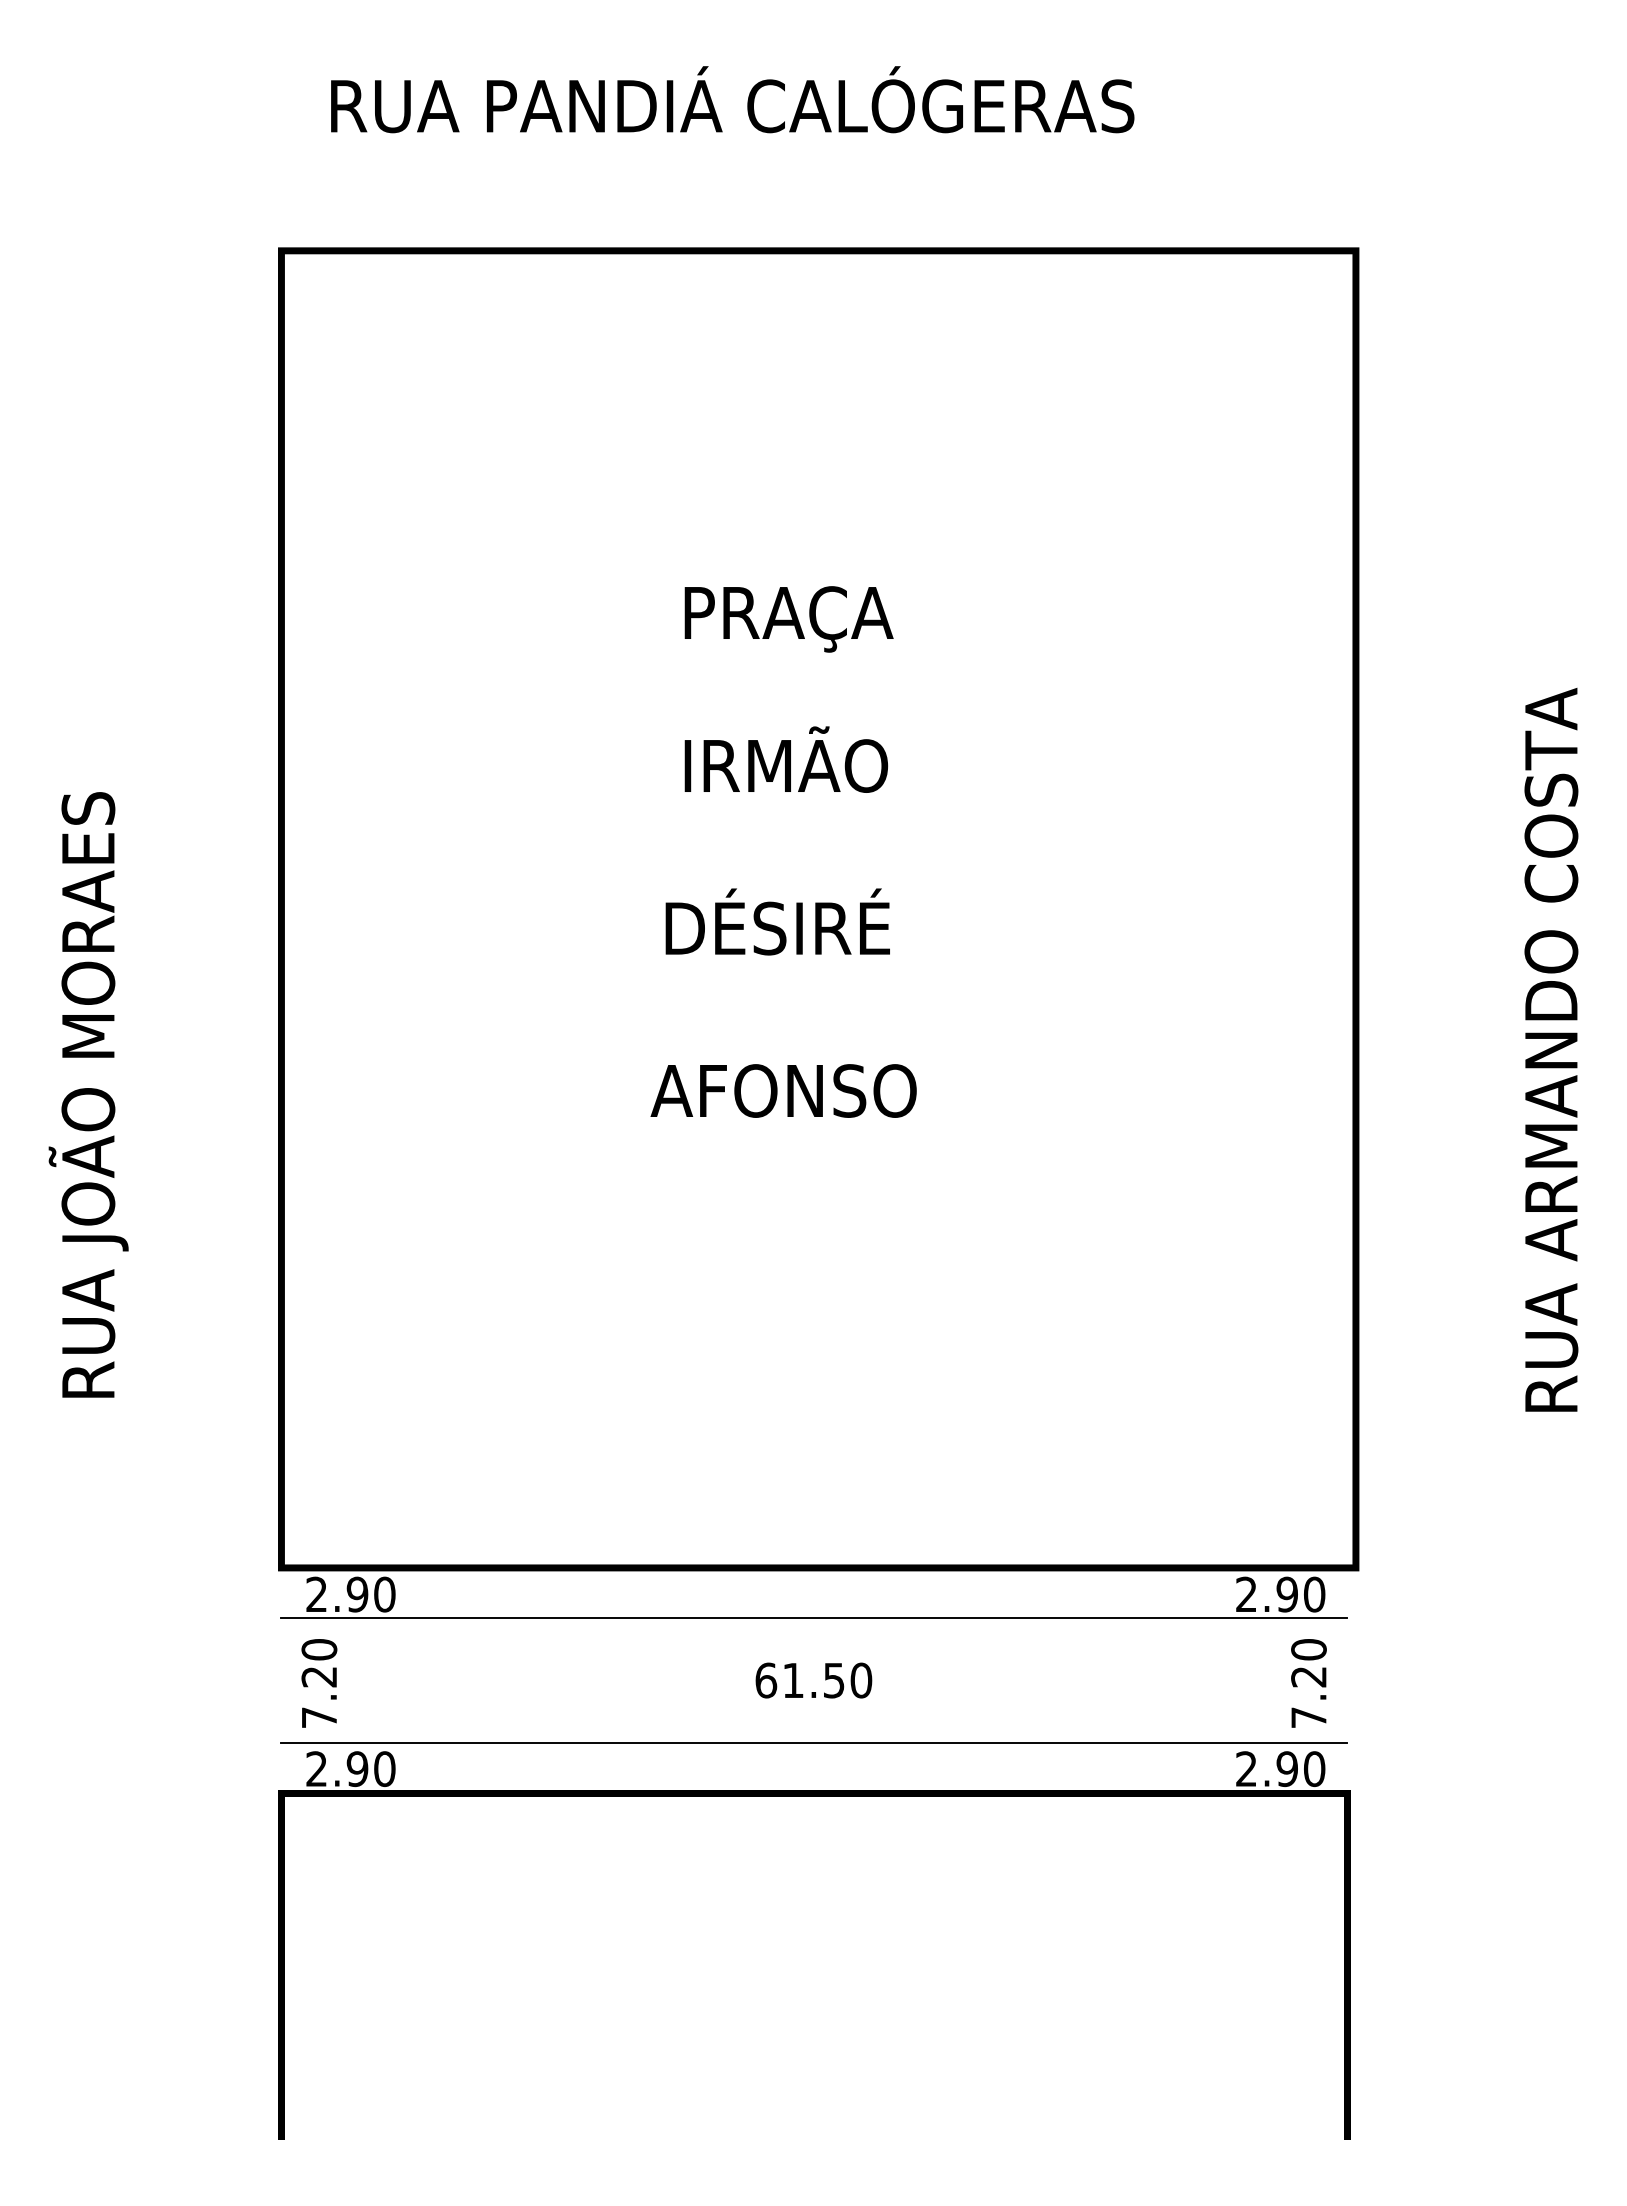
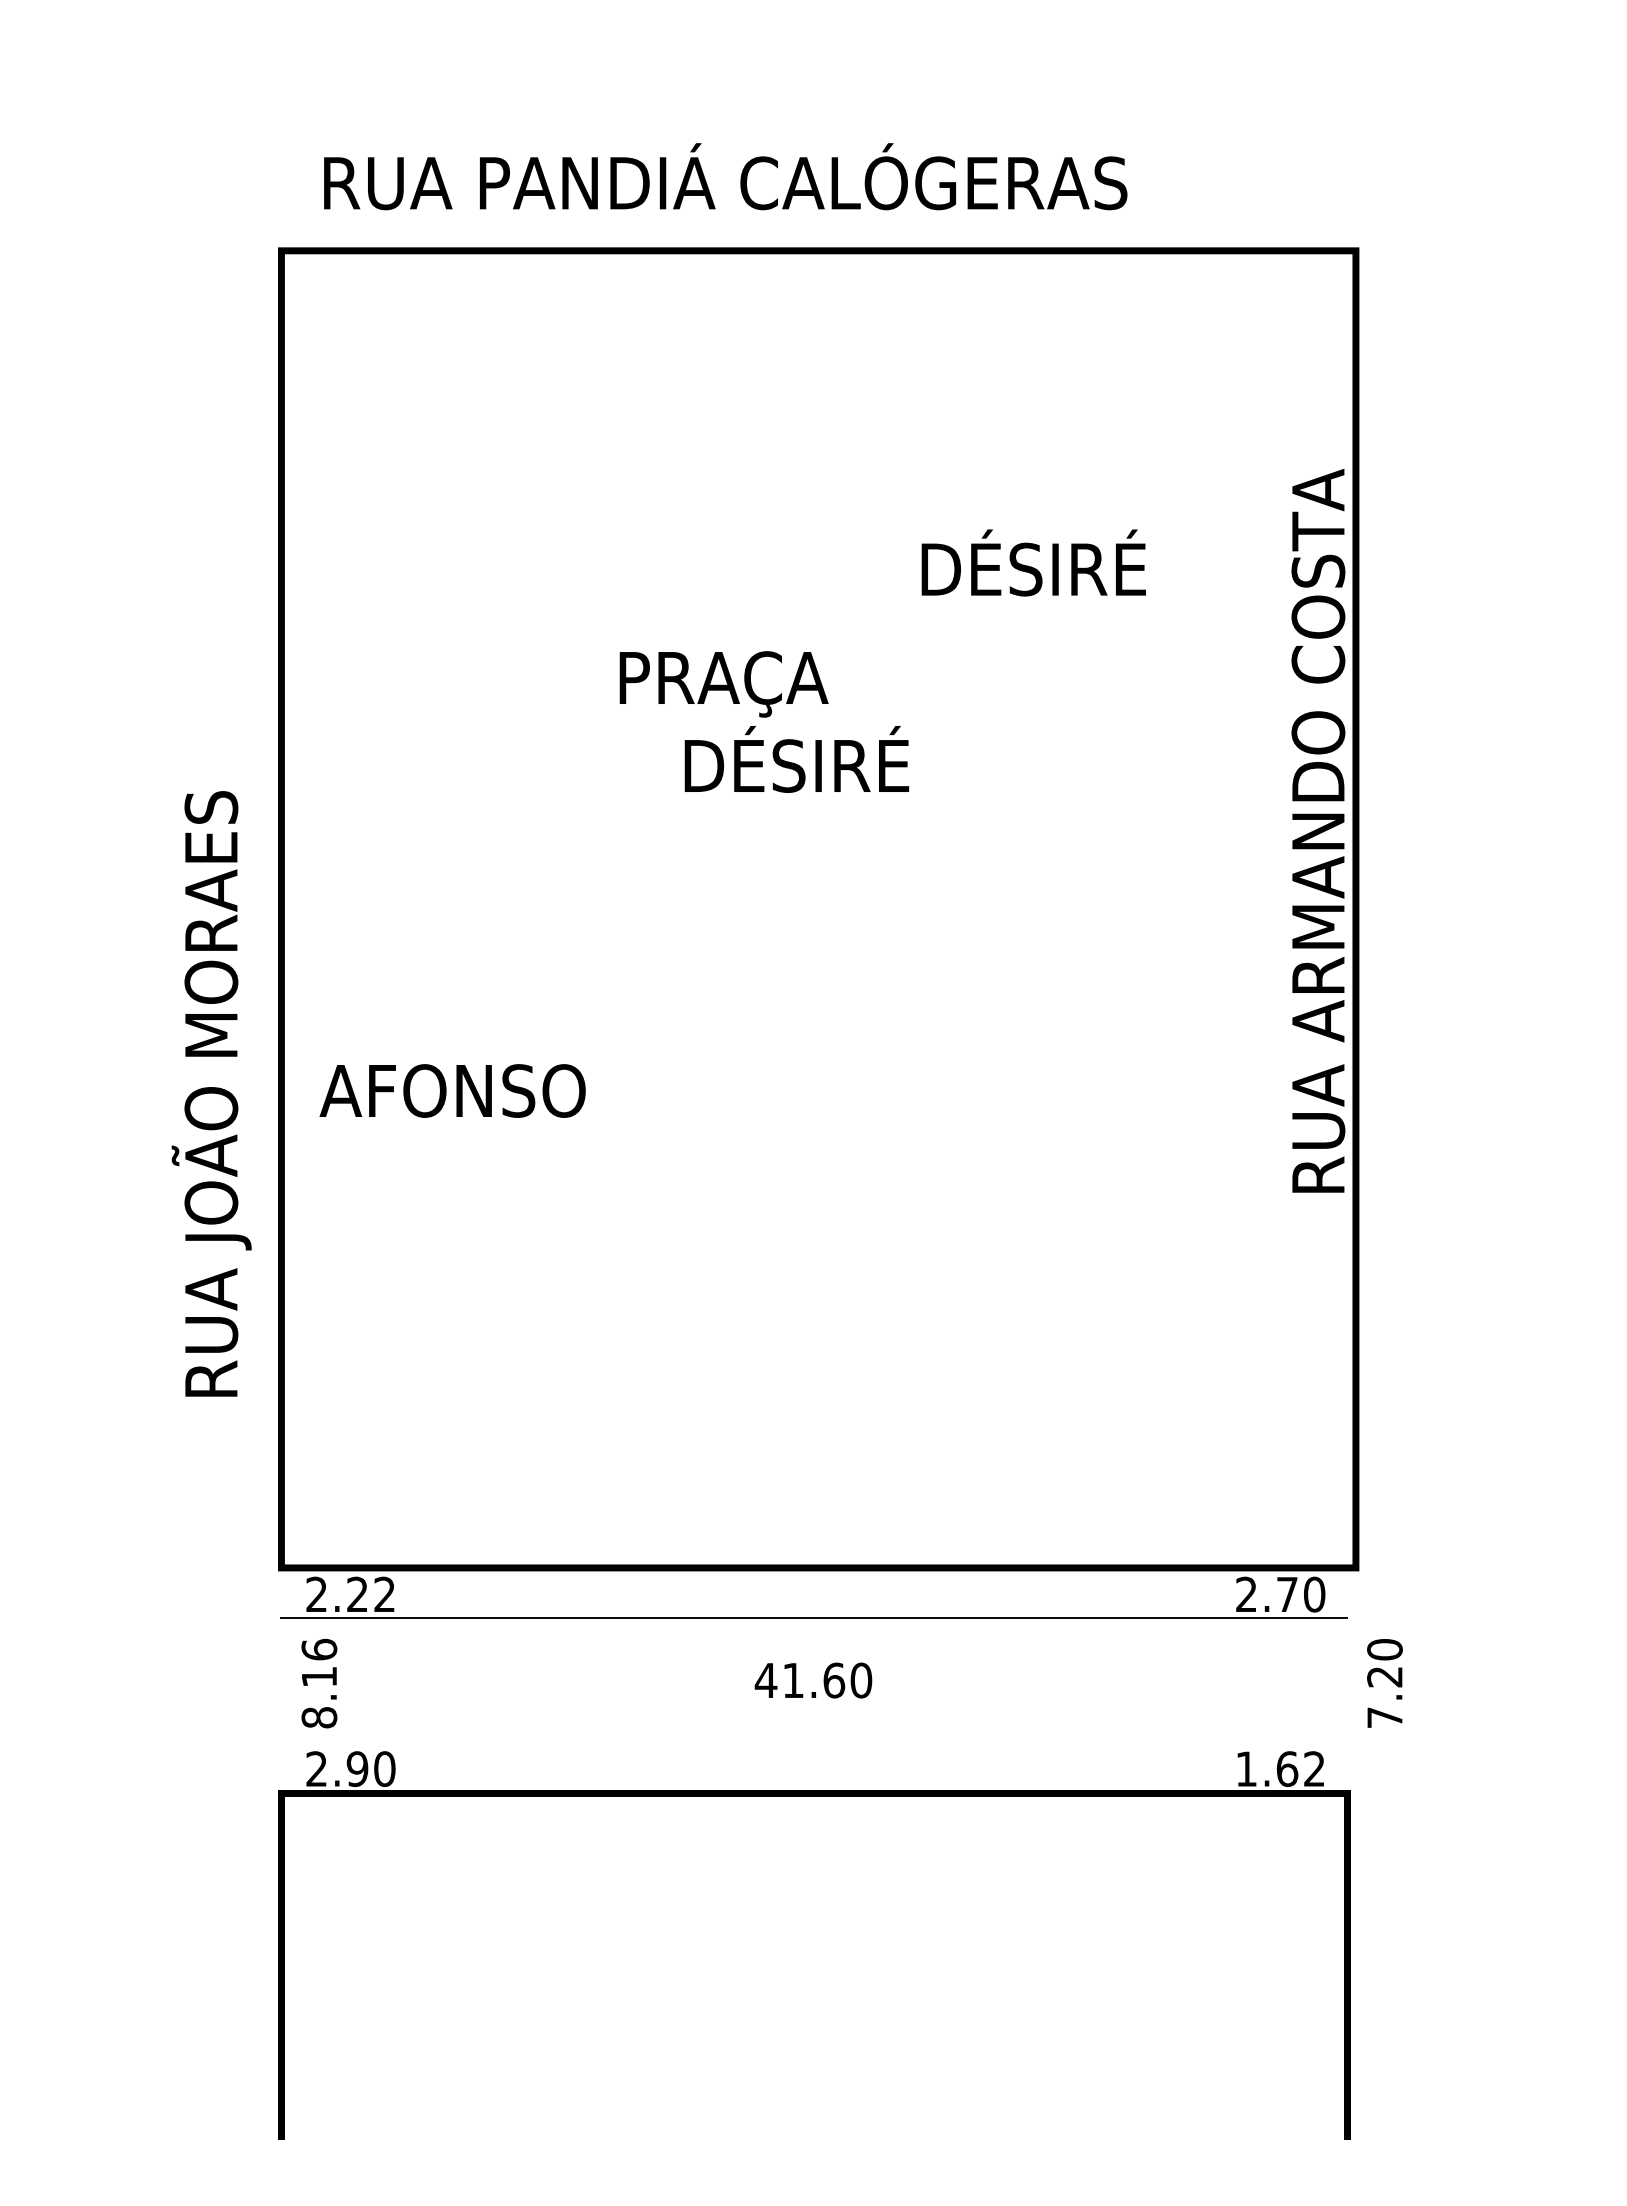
text at (732, 99) position: (732, 99) -> (725, 176)
text at (788, 619) position: (788, 619) -> (723, 684)
text at (800, 759): IRMÃO -> DÉSIRÉ
text at (777, 921) position: (777, 921) -> (1033, 562)
text at (1551, 1049) position: (1551, 1049) -> (1318, 830)
text at (783, 1090) position: (783, 1090) -> (452, 1090)
text at (88, 1094) position: (88, 1094) -> (211, 1093)
text at (370, 1594): 2.90 -> 2.22
text at (1286, 1594): 2.90 -> 2.70
text at (799, 1680): 61.50 -> 41.60
text at (319, 1683): 7.20 -> 8.16
text at (1308, 1683) position: (1308, 1683) -> (1384, 1683)
line at (814, 1742): present -> none
text at (1280, 1769): 2.90 -> 1.62
